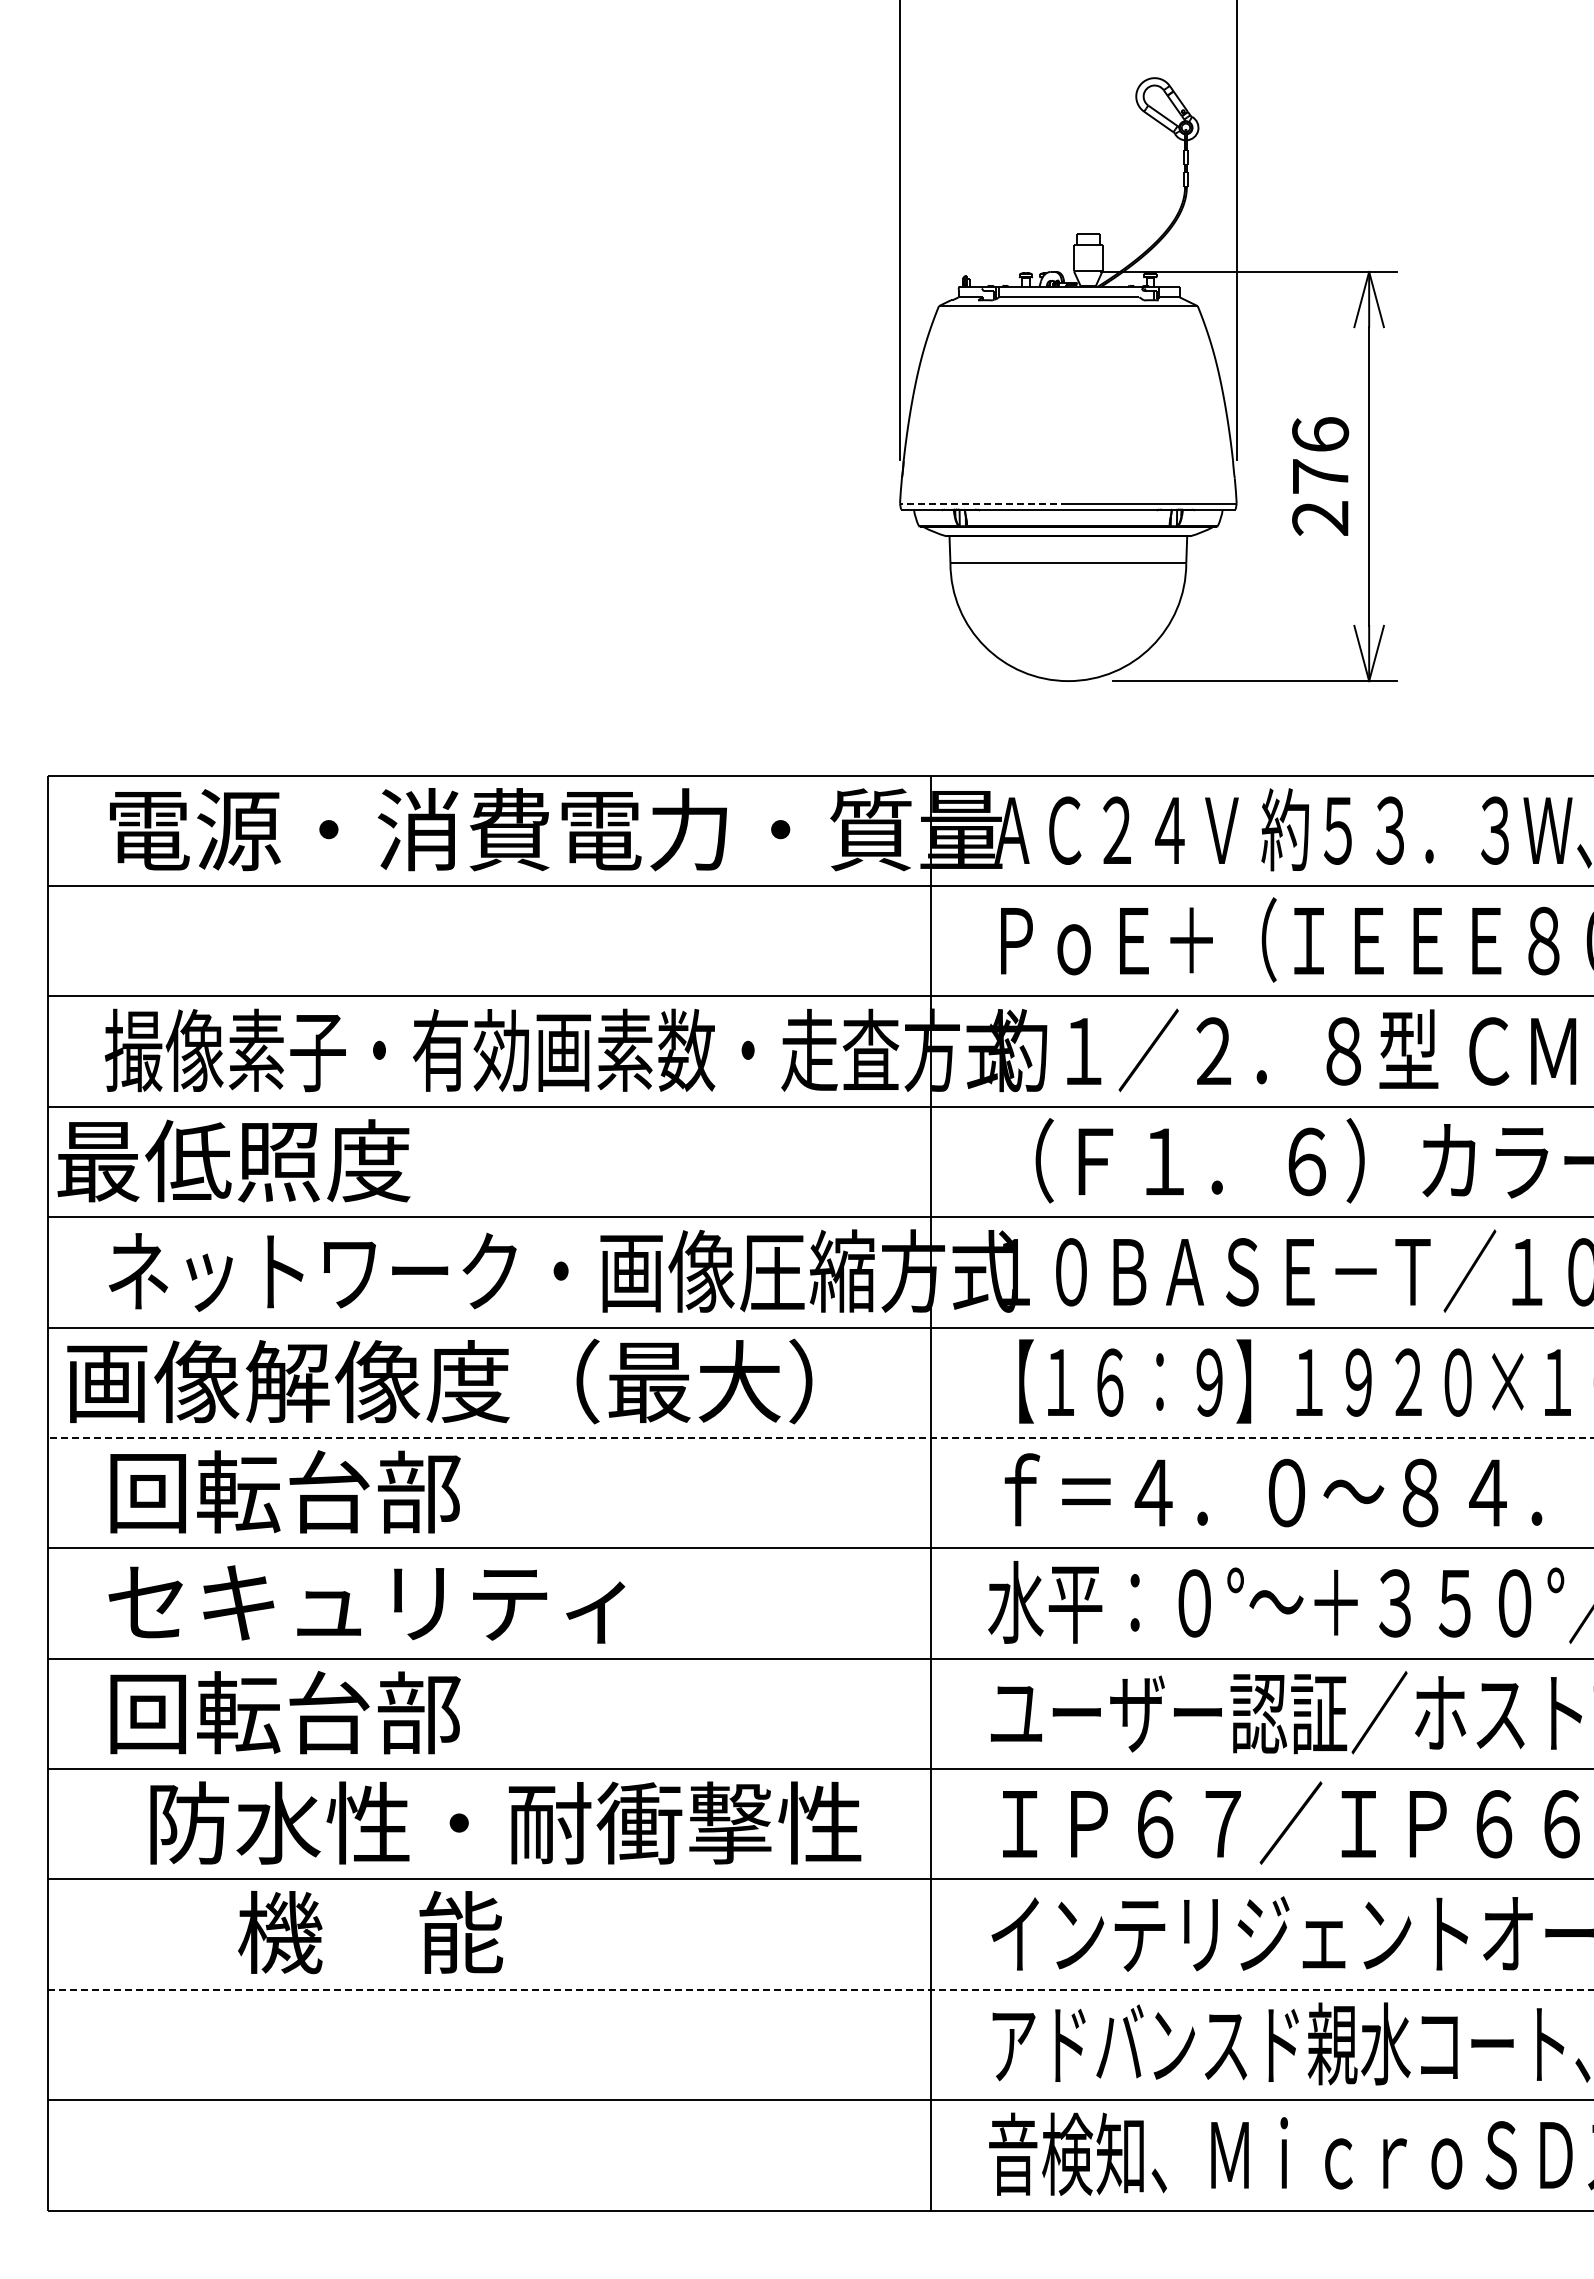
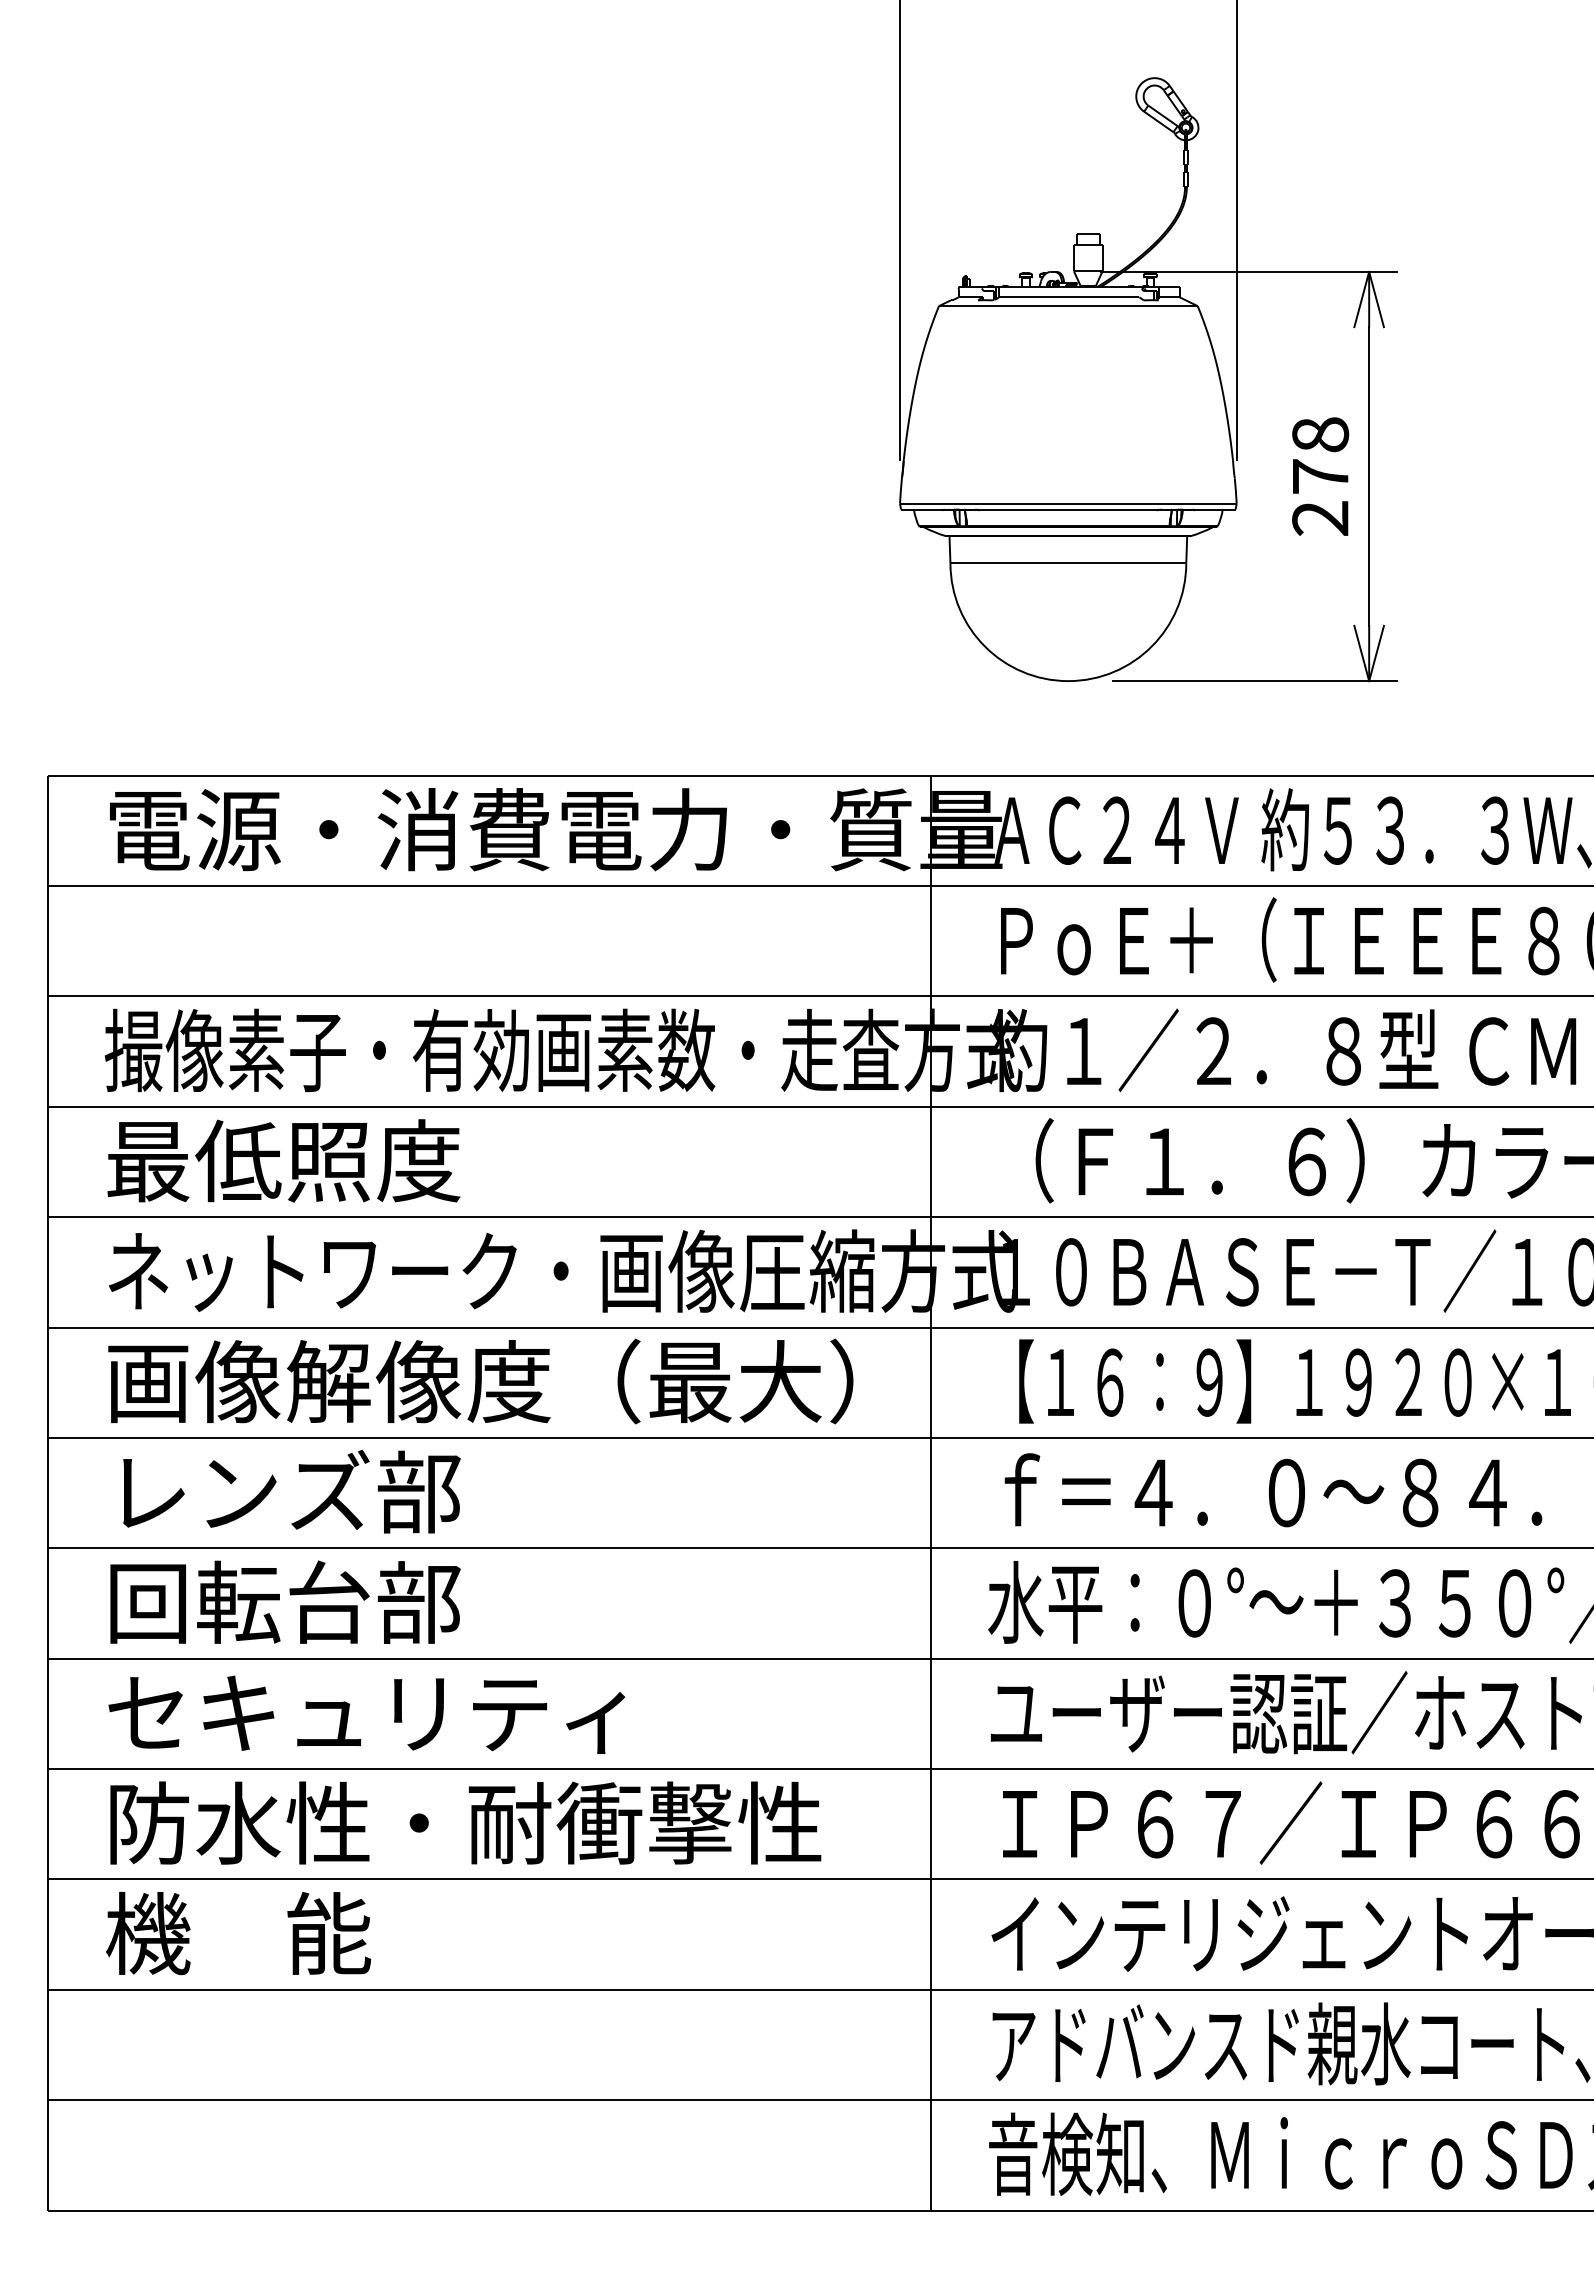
text at (1320, 434): 276 -> 278
line at (983, 503): dashed -> solid
text at (233, 1160) position: (233, 1160) -> (283, 1160)
text at (439, 1381) position: (439, 1381) -> (480, 1381)
line at (820, 1437): dashed -> solid
text at (239, 1491): 回転台部 -> レンズ部
text at (366, 1601): セキュリティ -> 回転台部
text at (366, 1712): 回転台部 -> セキュリティ
text at (505, 1822) position: (505, 1822) -> (465, 1822)
text at (370, 1932) position: (370, 1932) -> (238, 1933)
line at (820, 1989): dashed -> solid
